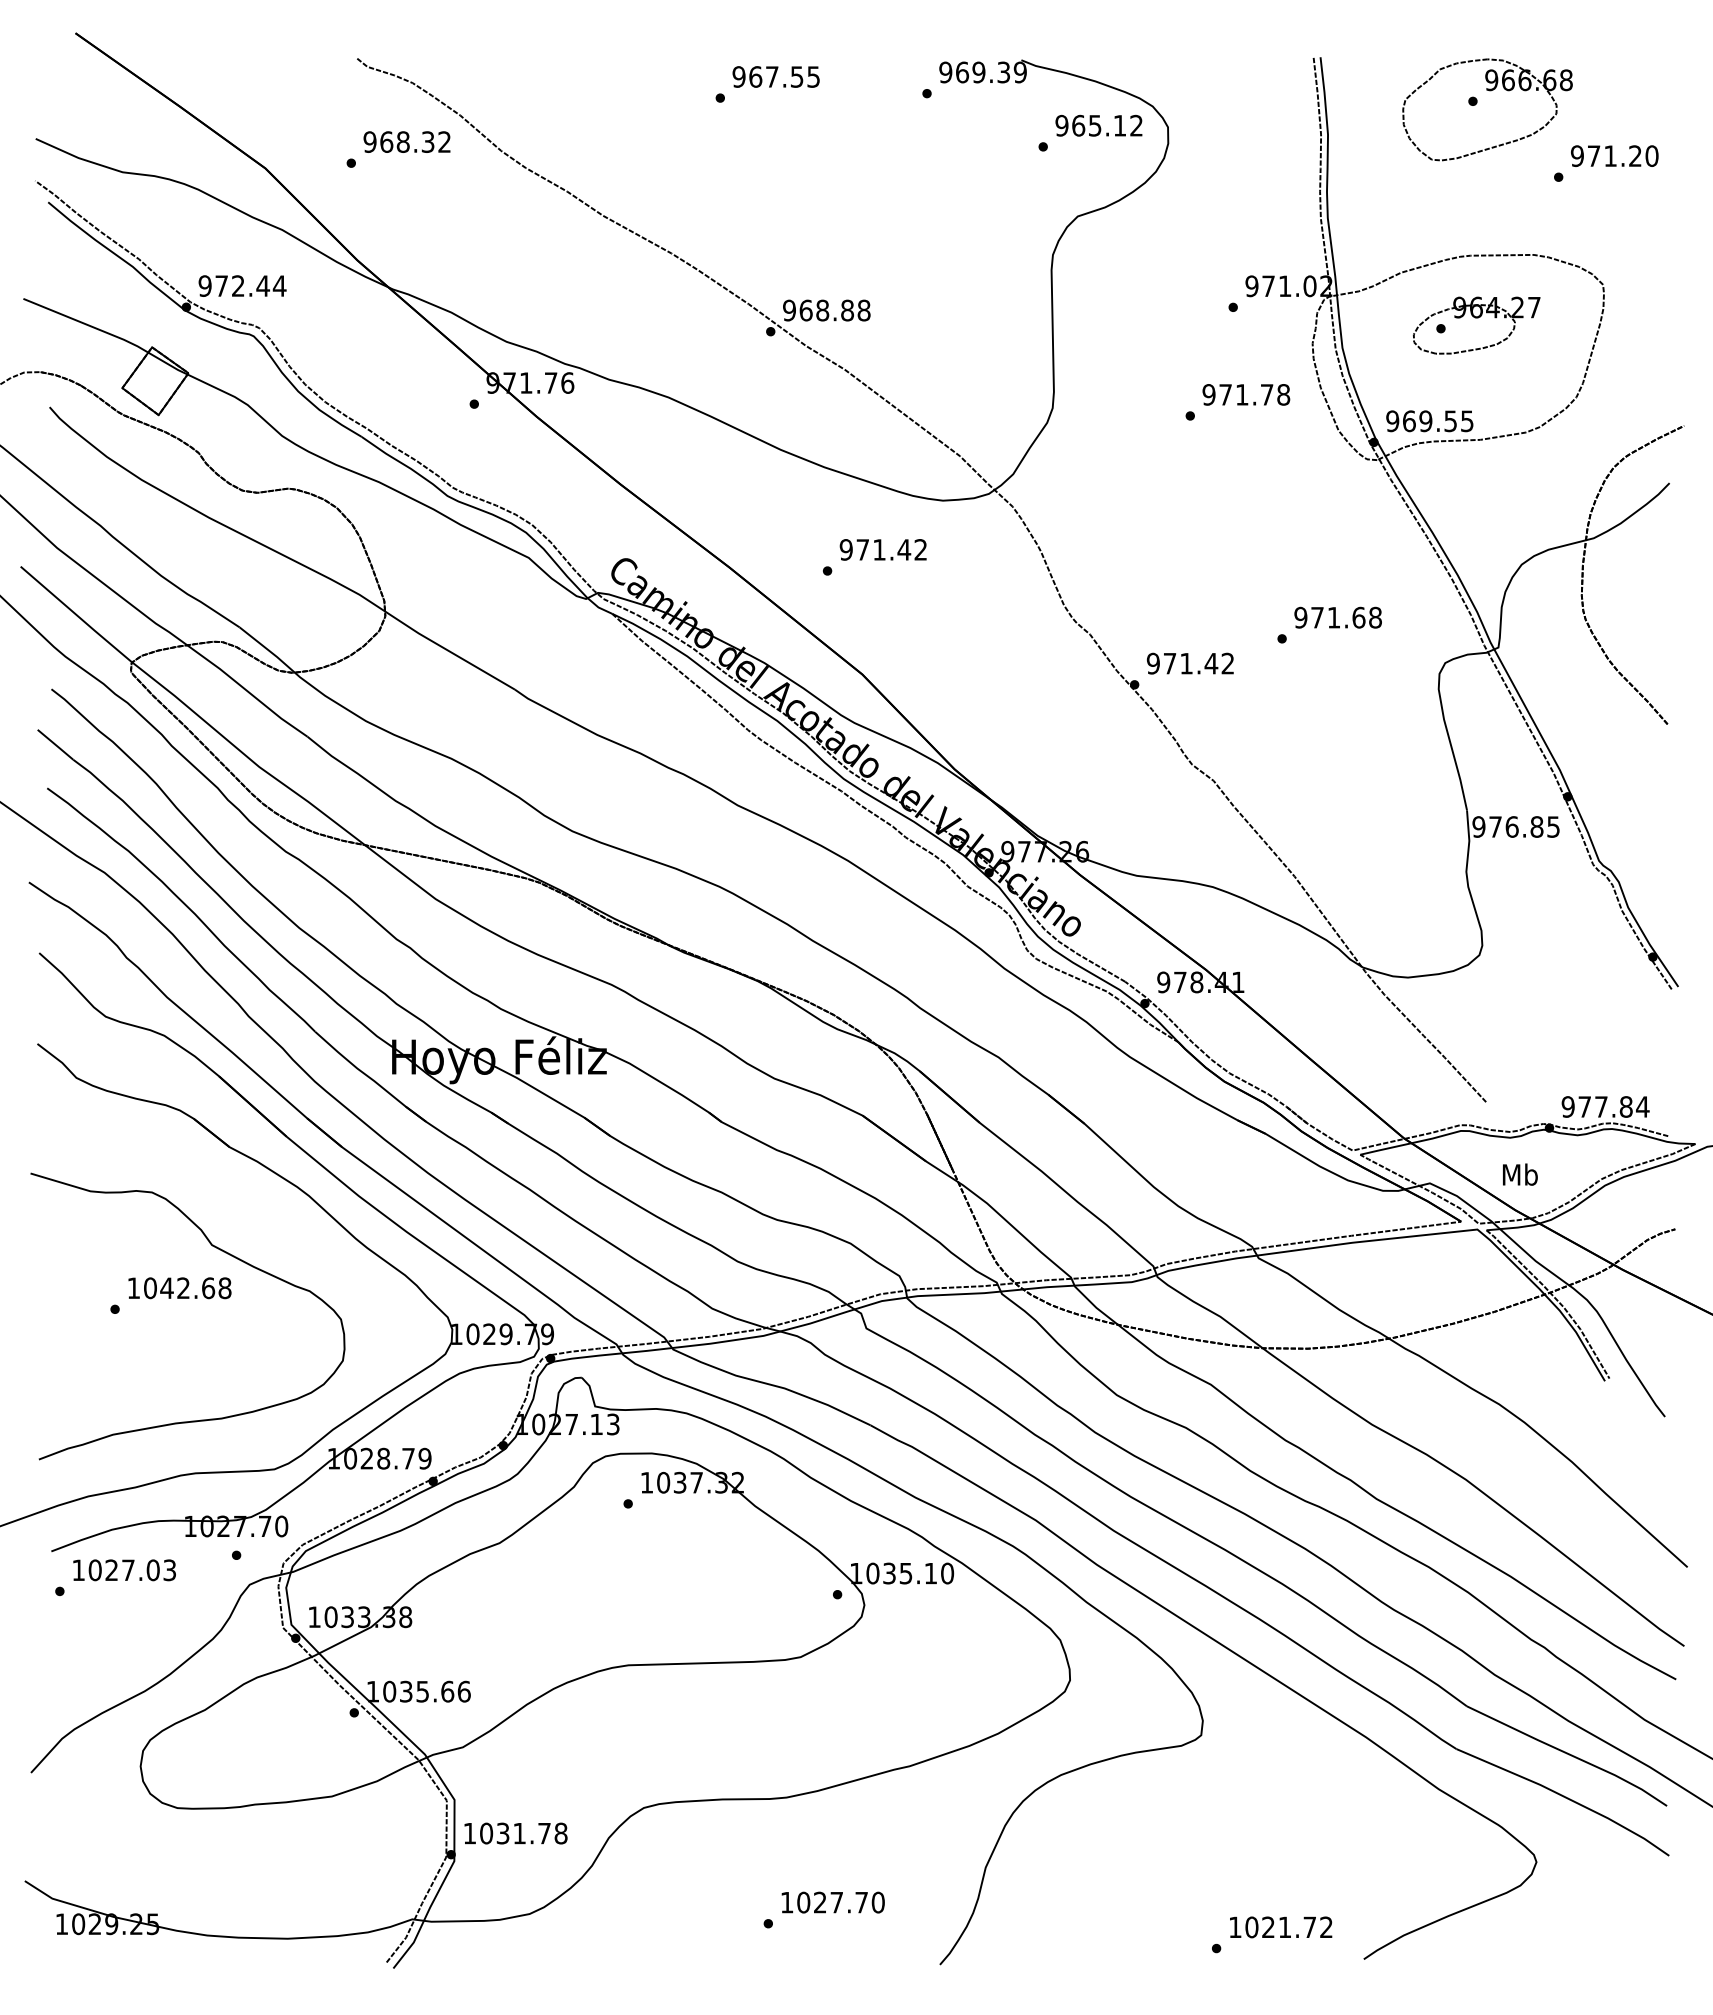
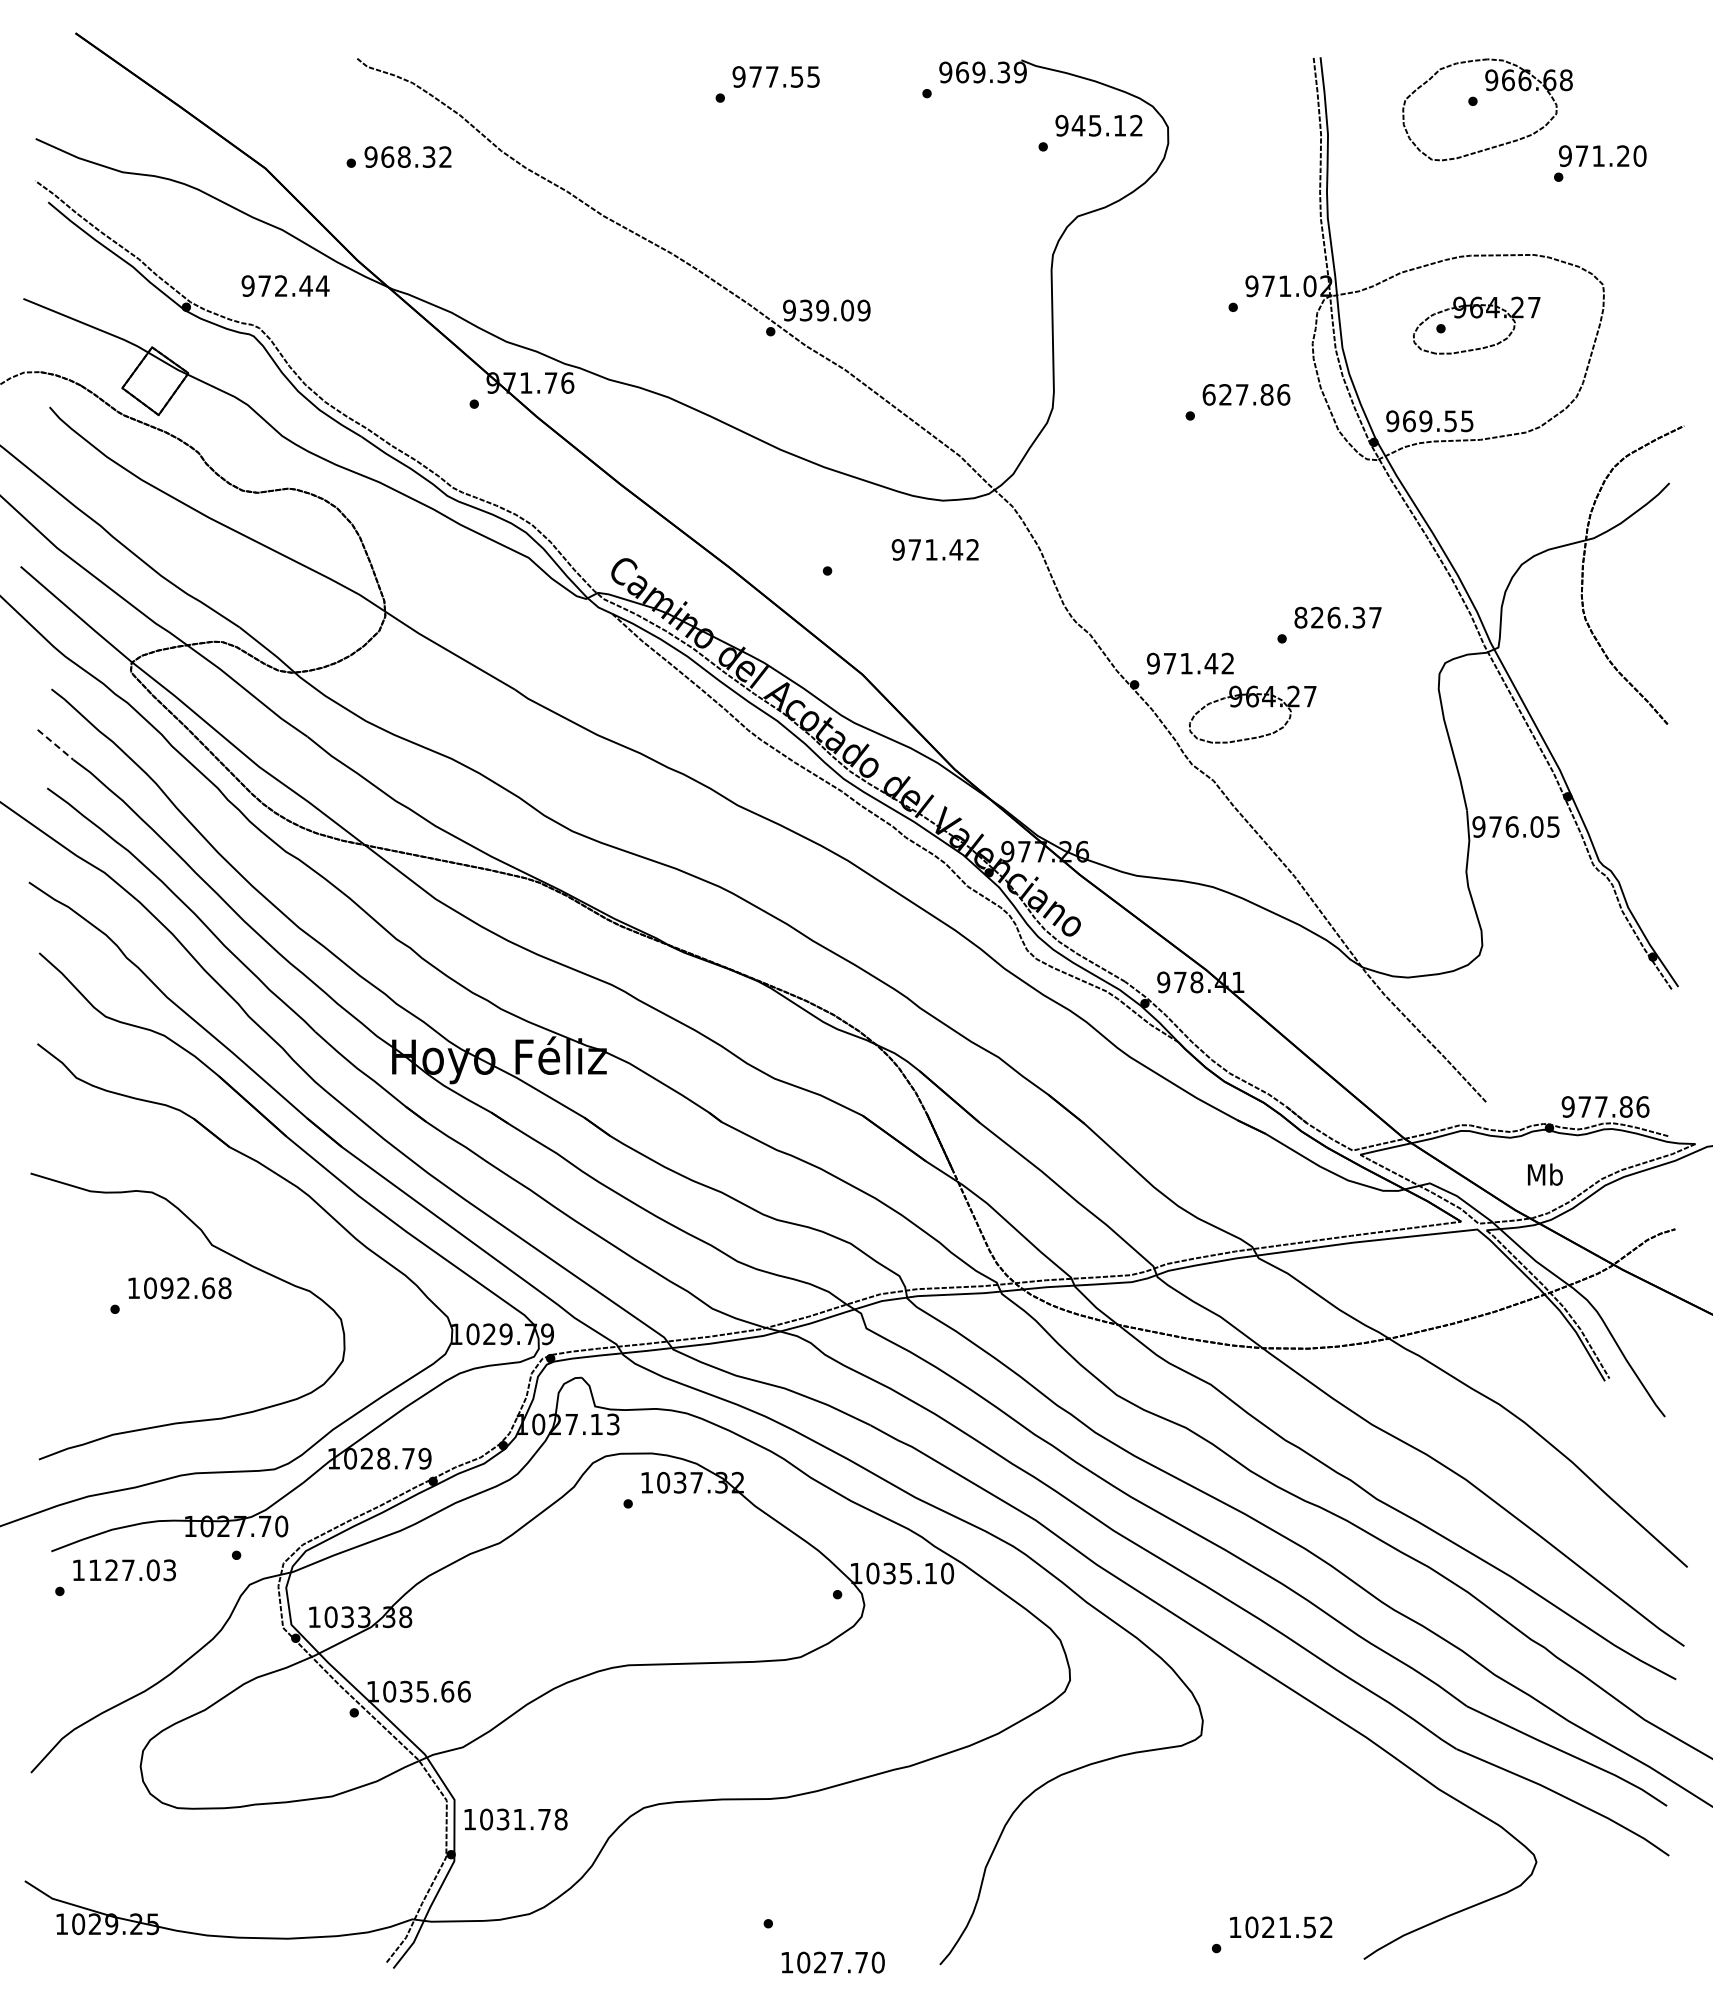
text at (755, 76): 967.55 -> 977.55
text at (1078, 125): 965.12 -> 945.12
text at (406, 141) position: (406, 141) -> (407, 156)
text at (1614, 155) position: (1614, 155) -> (1602, 155)
text at (242, 285) position: (242, 285) -> (285, 285)
text at (834, 310): 968.88 -> 939.09
text at (1246, 394): 971.78 -> 627.86
text at (882, 549) position: (882, 549) -> (934, 549)
text at (1337, 617): 971.68 -> 826.37
part at (1252, 707): none -> present
line at (56, 745): solid -> dashed
text at (1536, 826): 976.85 -> 976.05
text at (1642, 1106): 977.84 -> 977.86
text at (1520, 1174) position: (1520, 1174) -> (1545, 1174)
text at (166, 1288): 1042.68 -> 1092.68
text at (94, 1570): 1027.03 -> 1127.03
text at (515, 1833) position: (515, 1833) -> (515, 1819)
text at (832, 1902) position: (832, 1902) -> (832, 1962)
text at (1309, 1927): 1021.72 -> 1021.52
